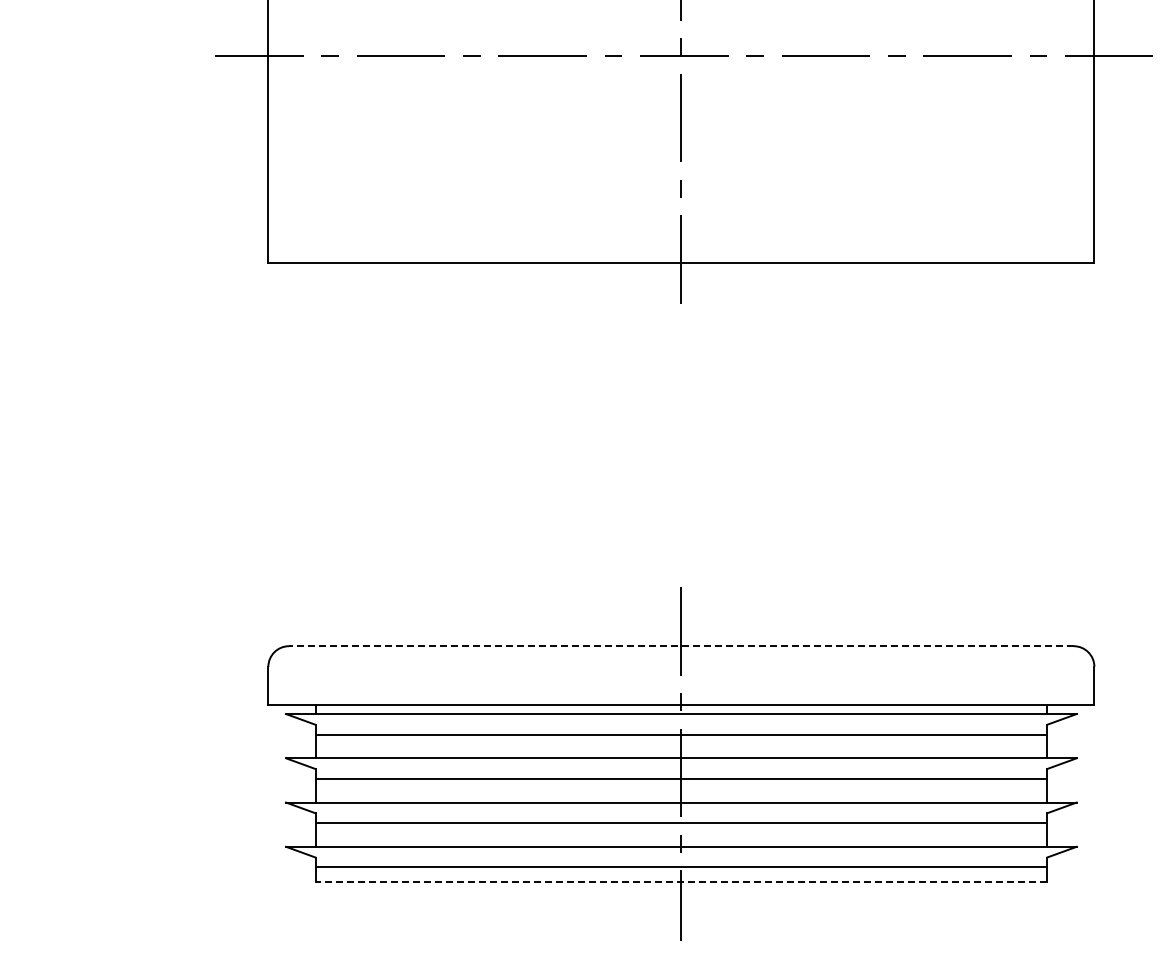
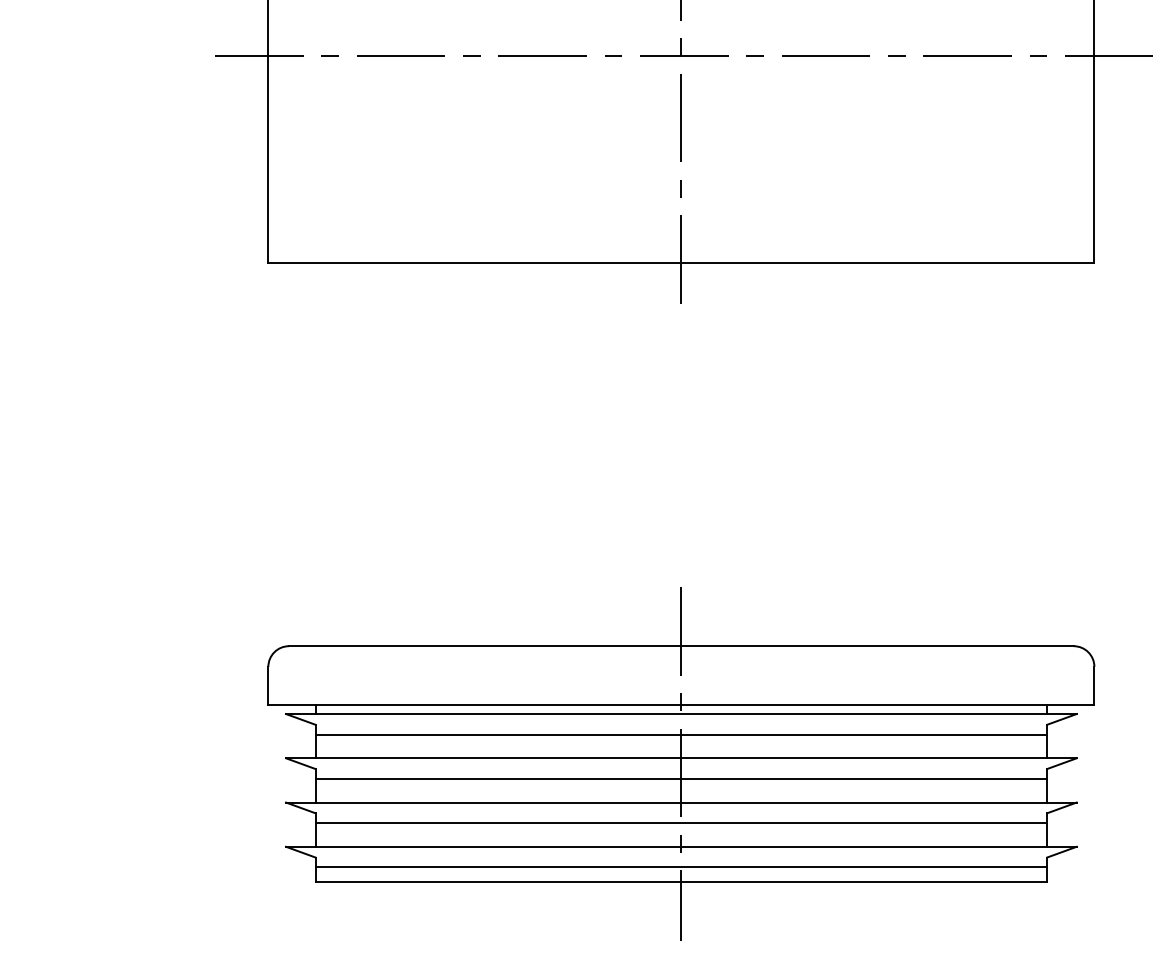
line at (680, 646): dashed -> solid
line at (681, 882): dashed -> solid
